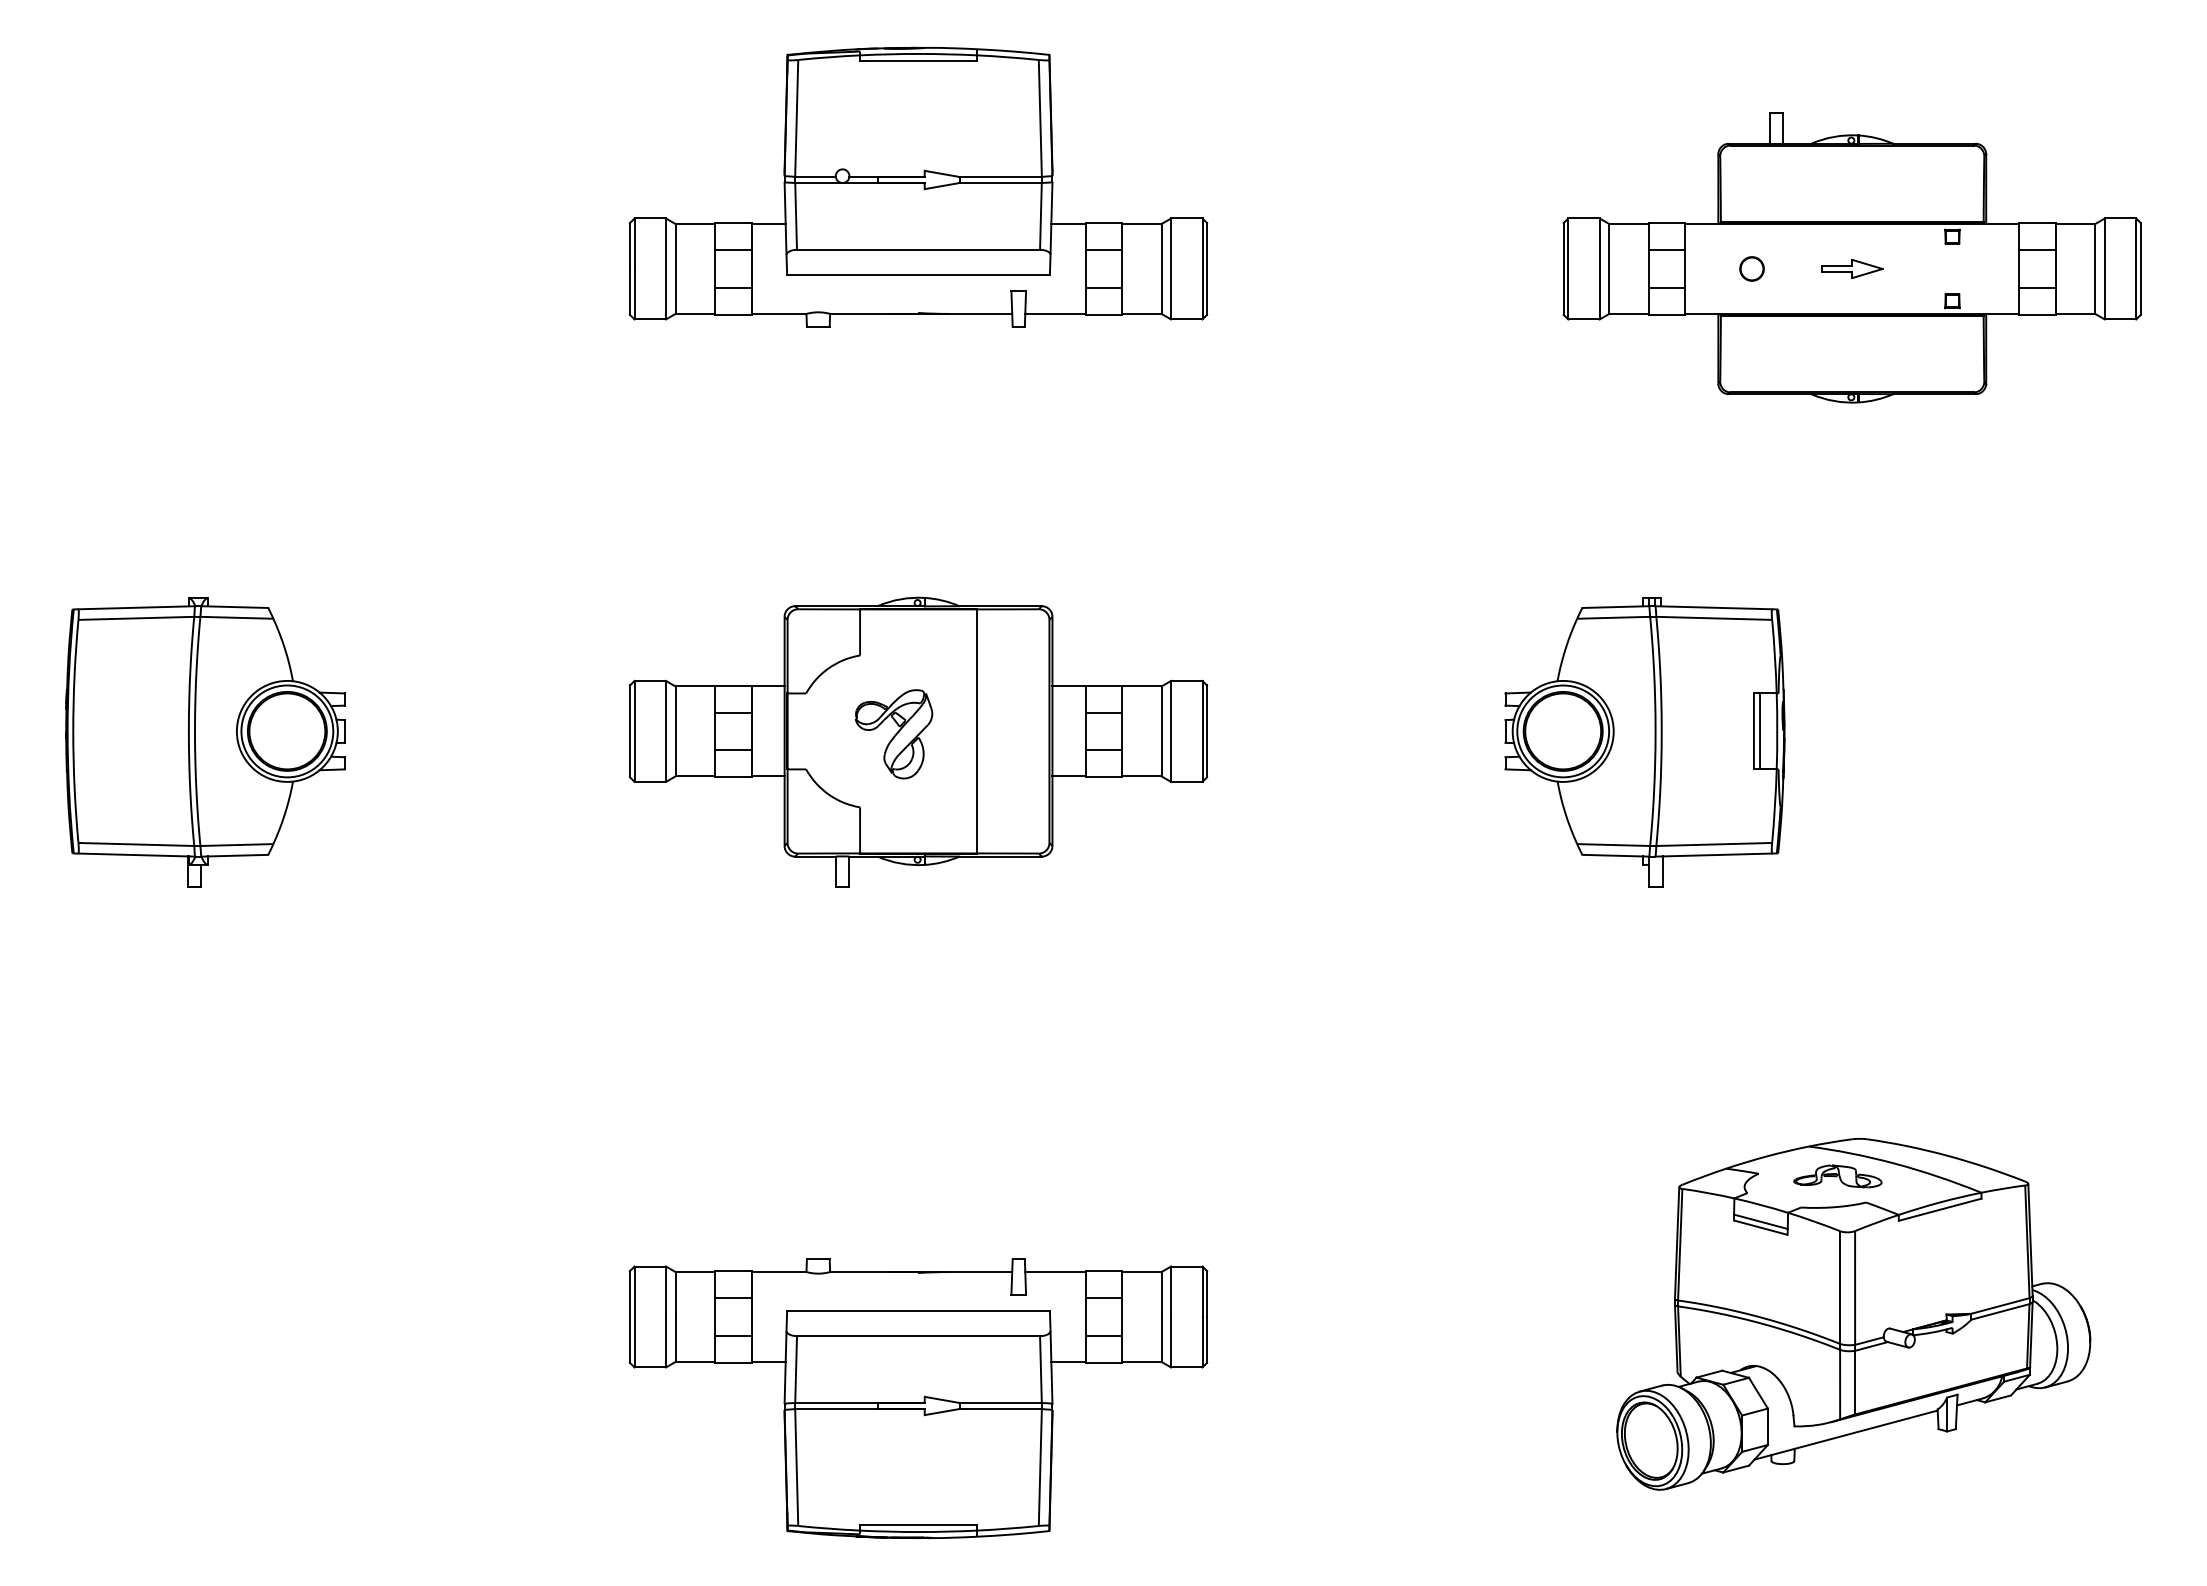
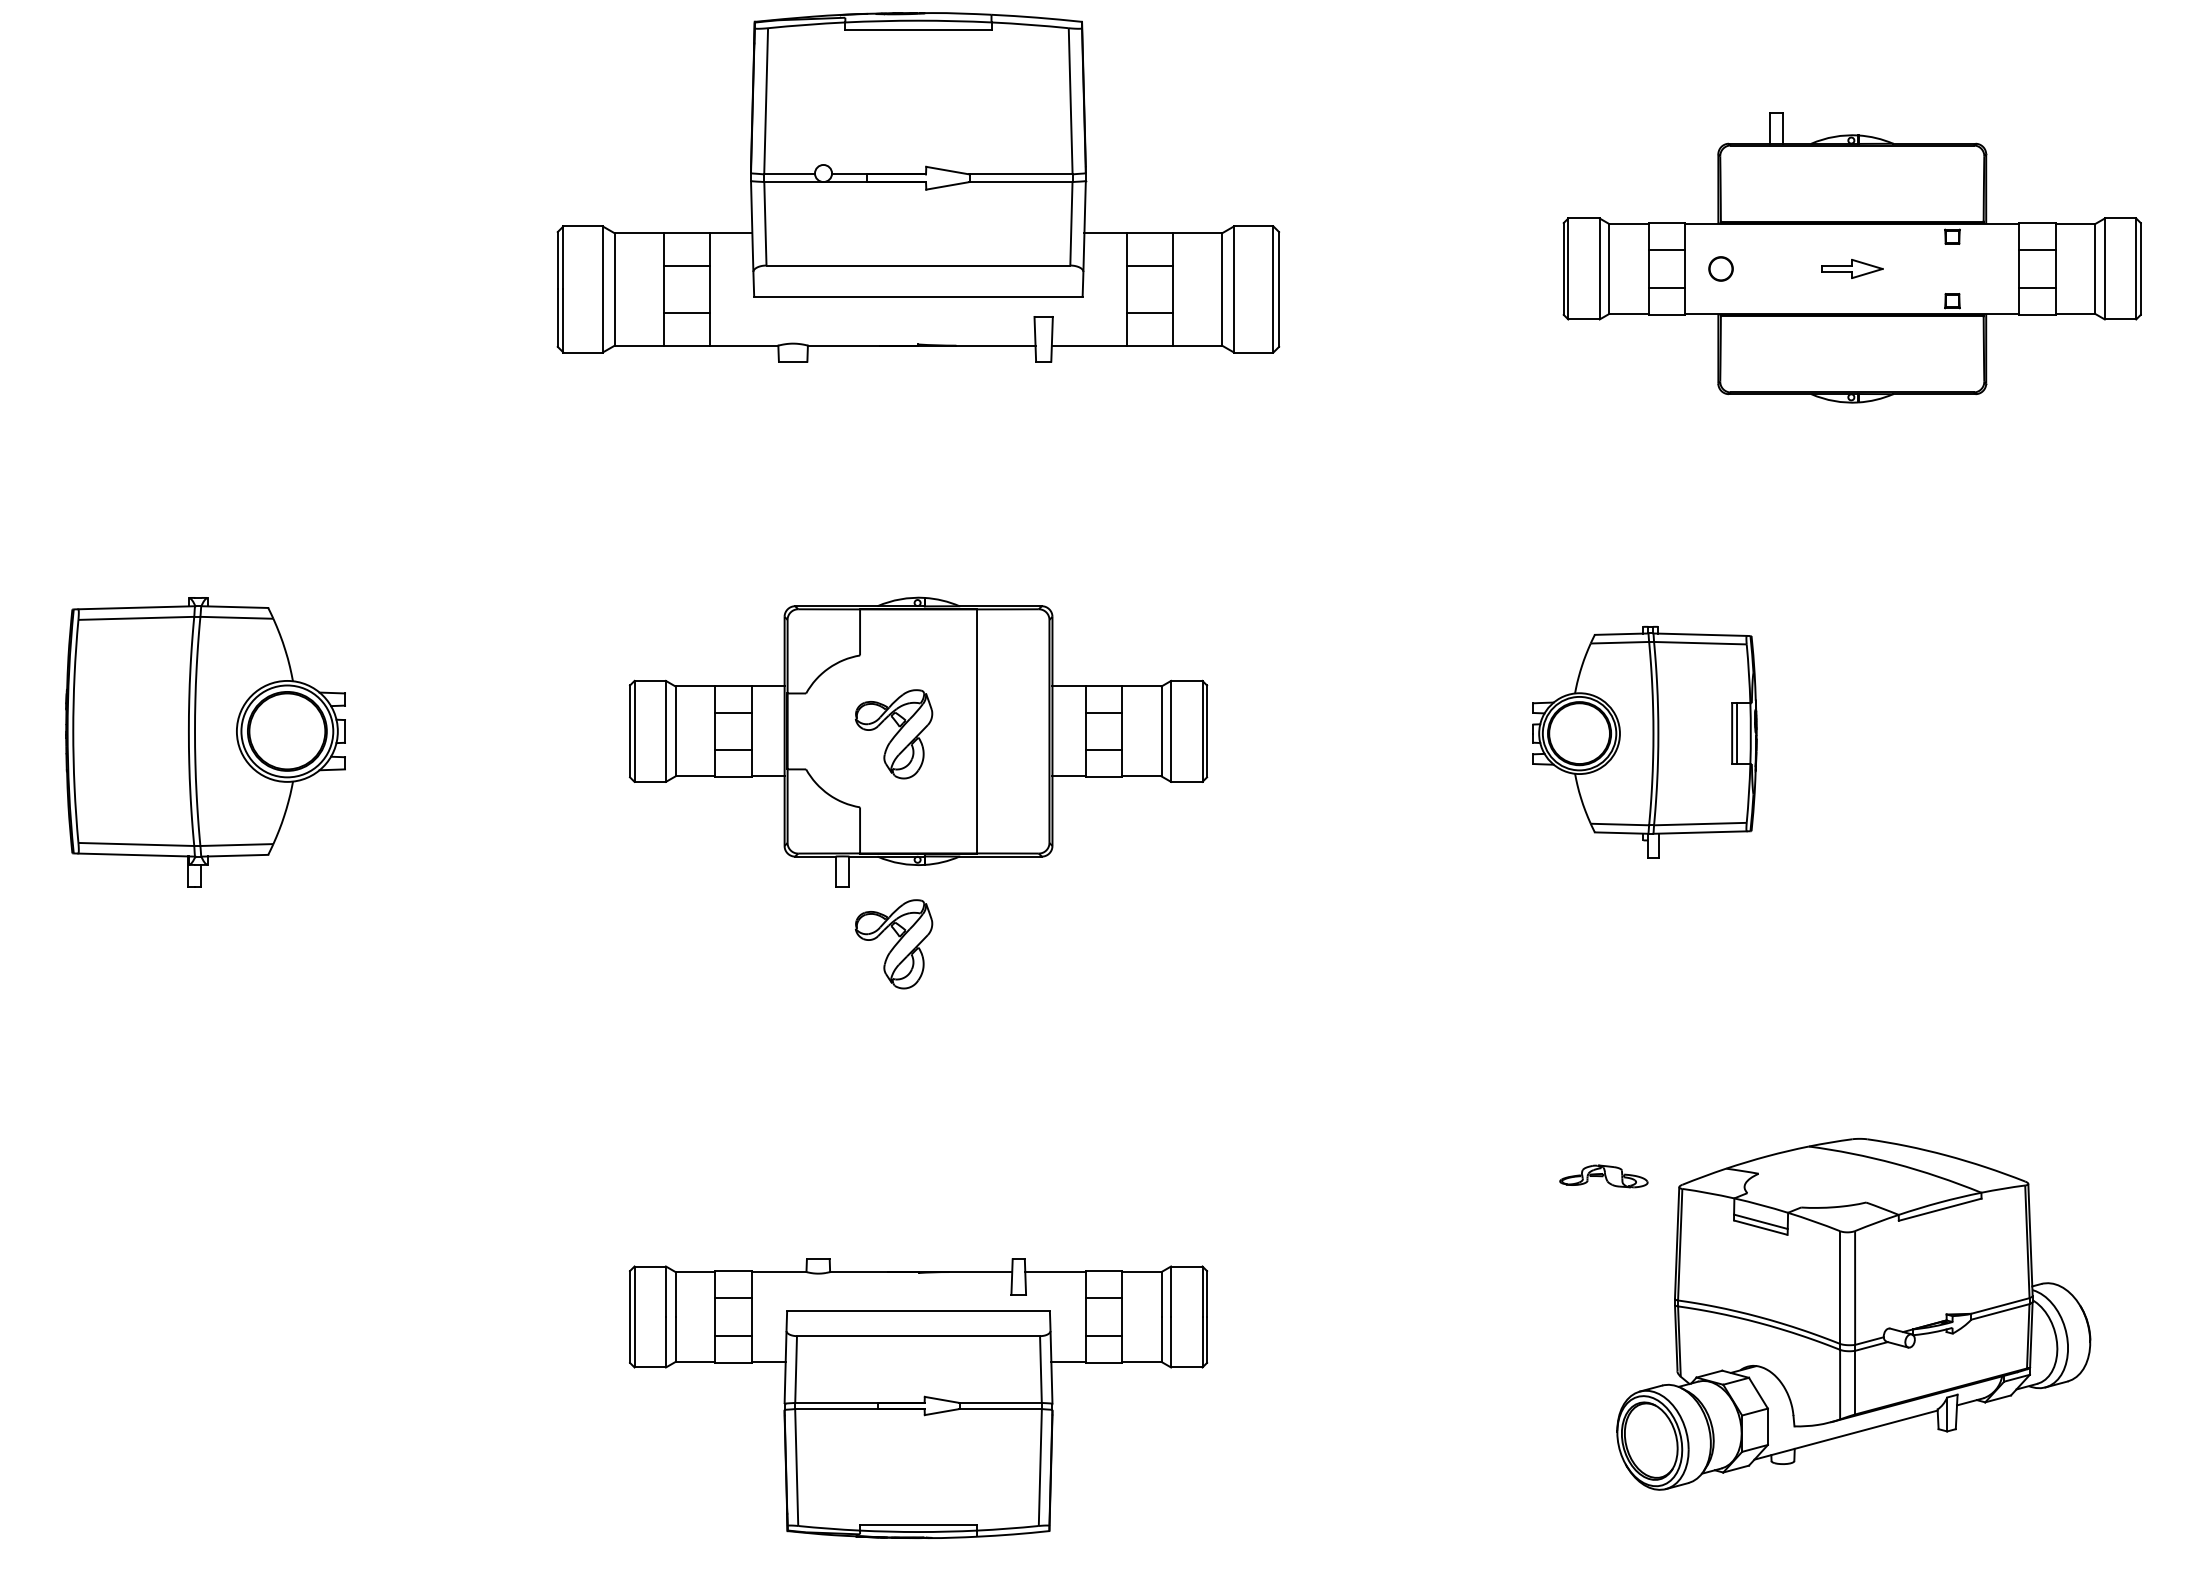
part at (918, 186) size: 580x282 px -> 725x351 px
part at (1751, 268) position: (1751, 268) -> (1720, 268)
part at (1644, 742) size: 282x291 px -> 226x233 px
part at (894, 944): none -> present
part at (1837, 1176) position: (1837, 1176) -> (1603, 1176)
